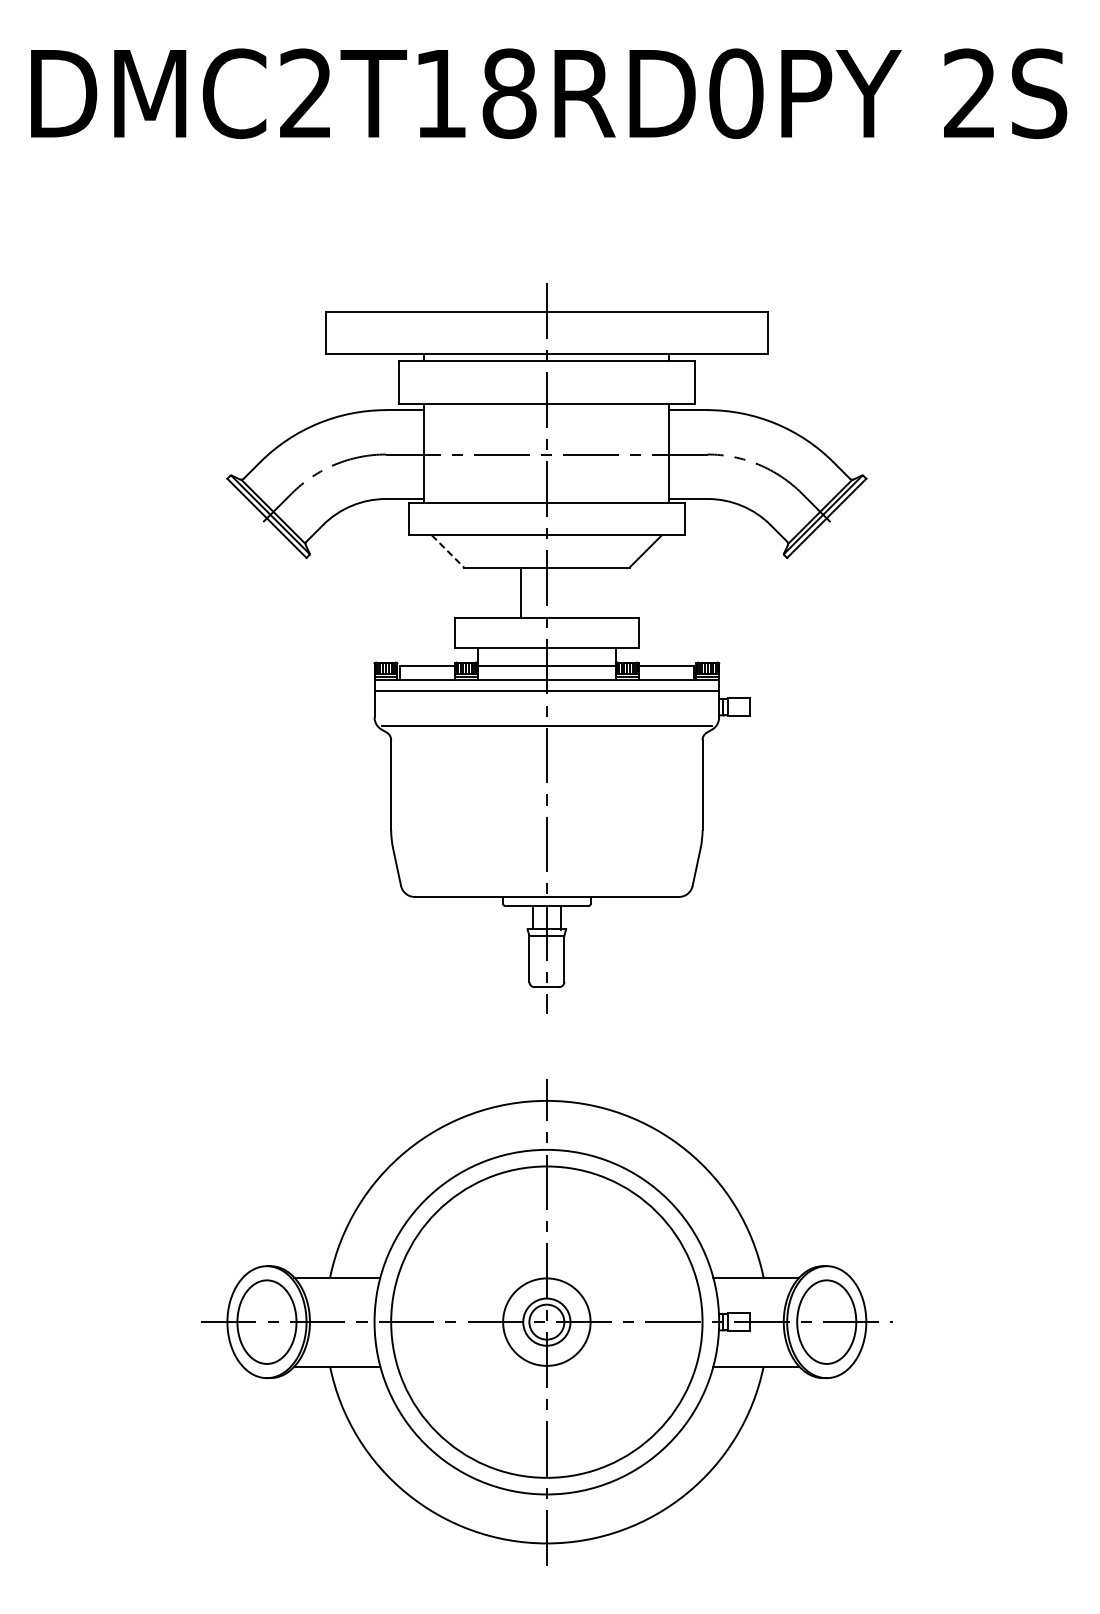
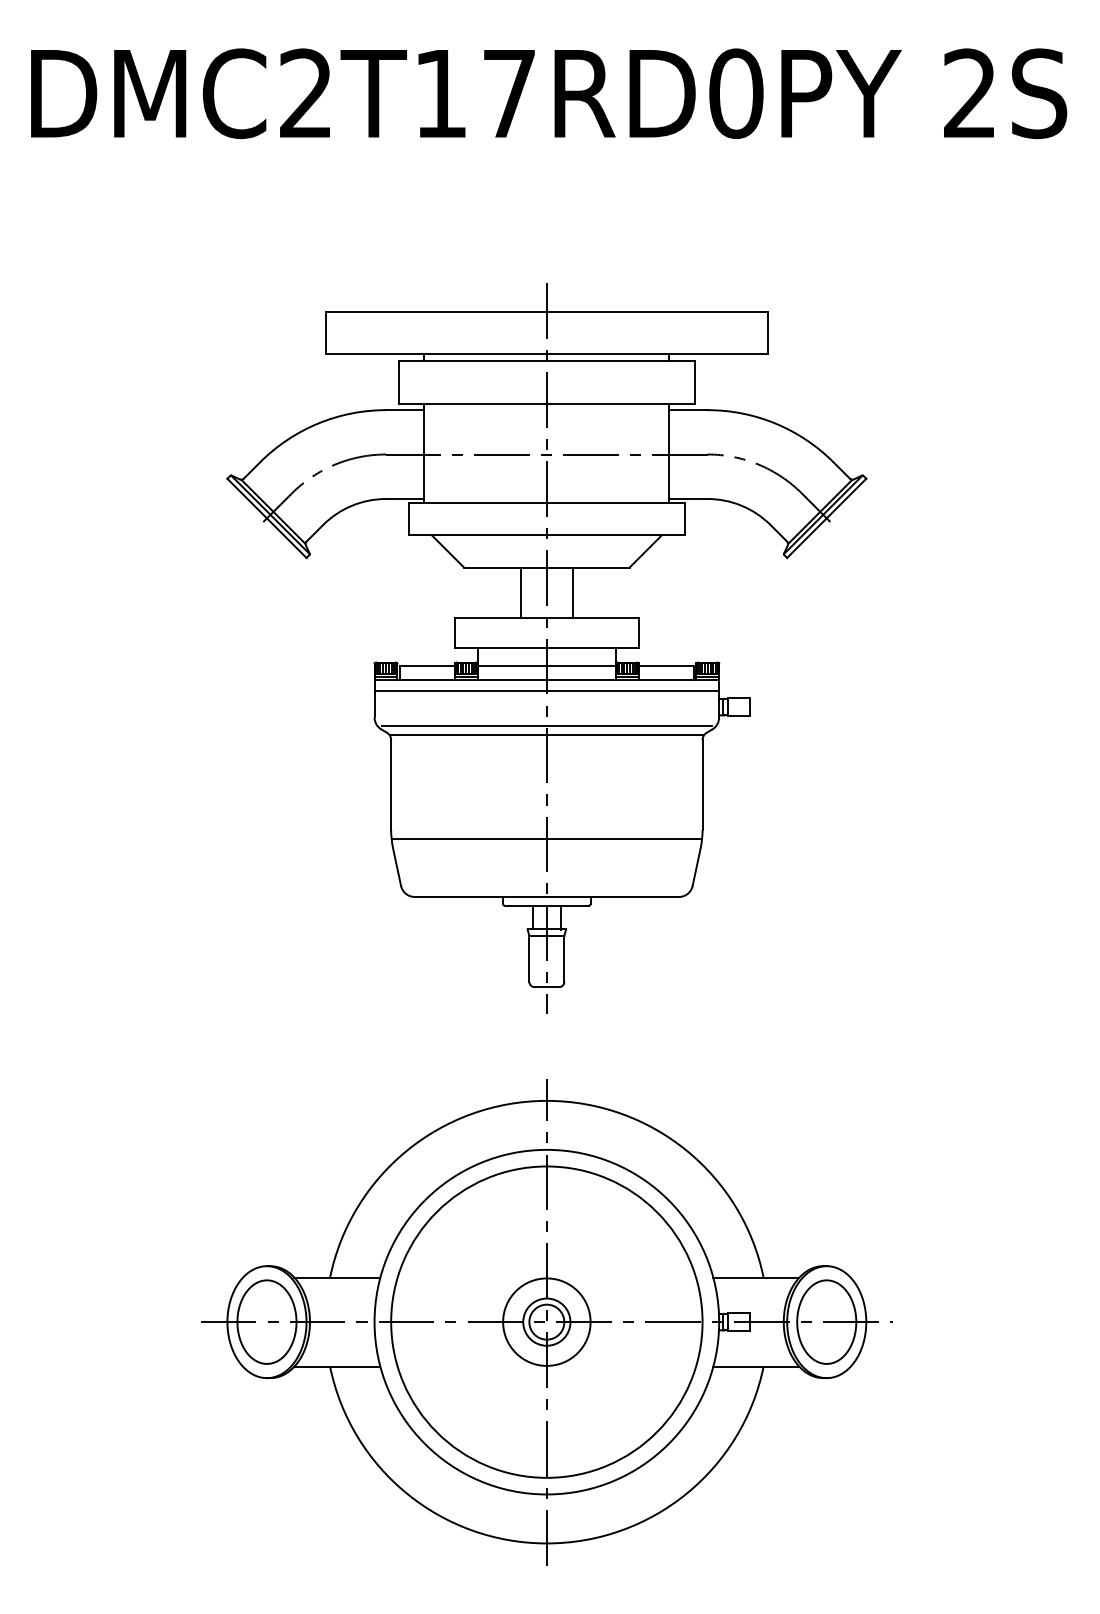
text at (509, 93): DMC2T18RD0PY -> DMC2T17RD0PY
line at (447, 551): dashed -> solid
line at (573, 592): none -> present
line at (546, 735): none -> present
line at (546, 839): none -> present
